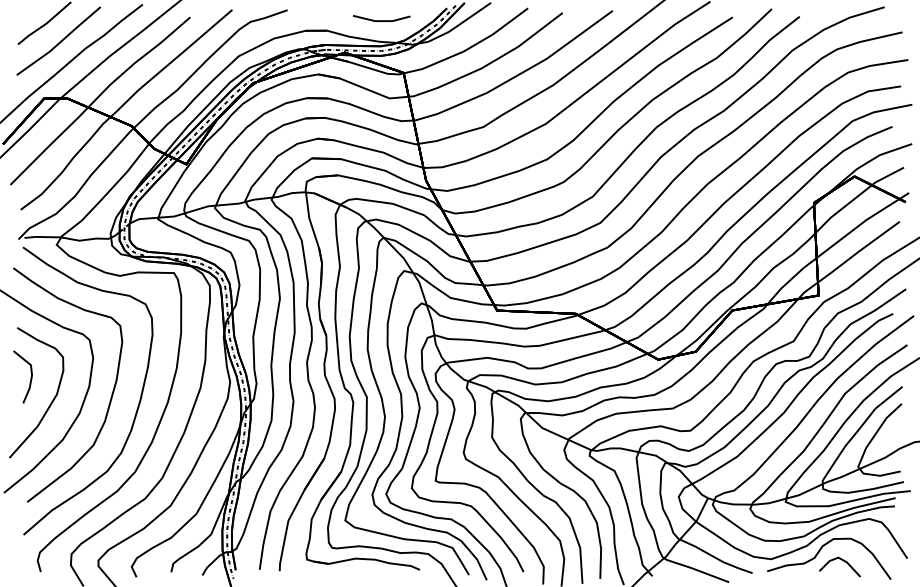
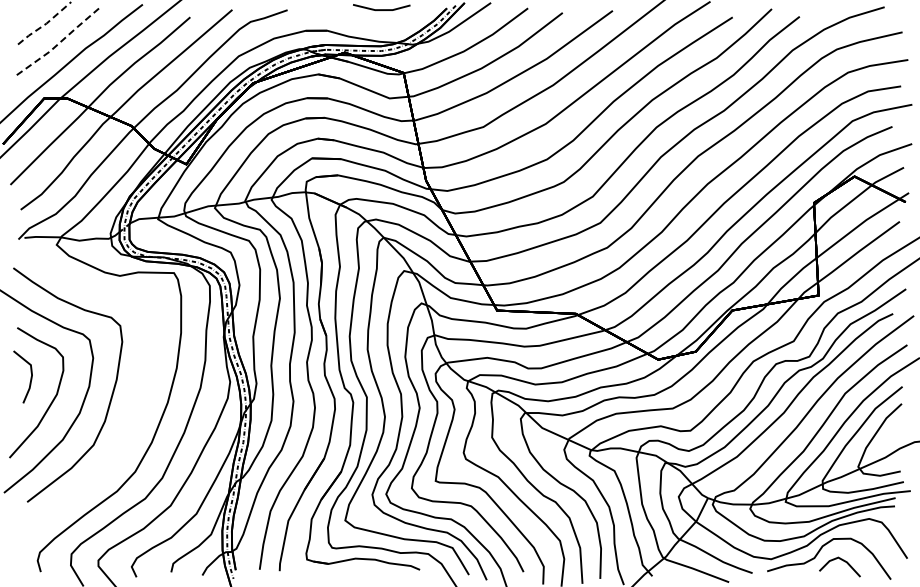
line at (381, 20) position: (381, 20) -> (381, 9)
line at (45, 24): solid -> dashed
line at (60, 42): solid -> dashed
curve at (137, 405): present -> none
